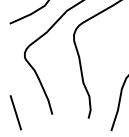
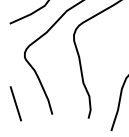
line at (15, 112) position: (15, 112) -> (15, 103)
